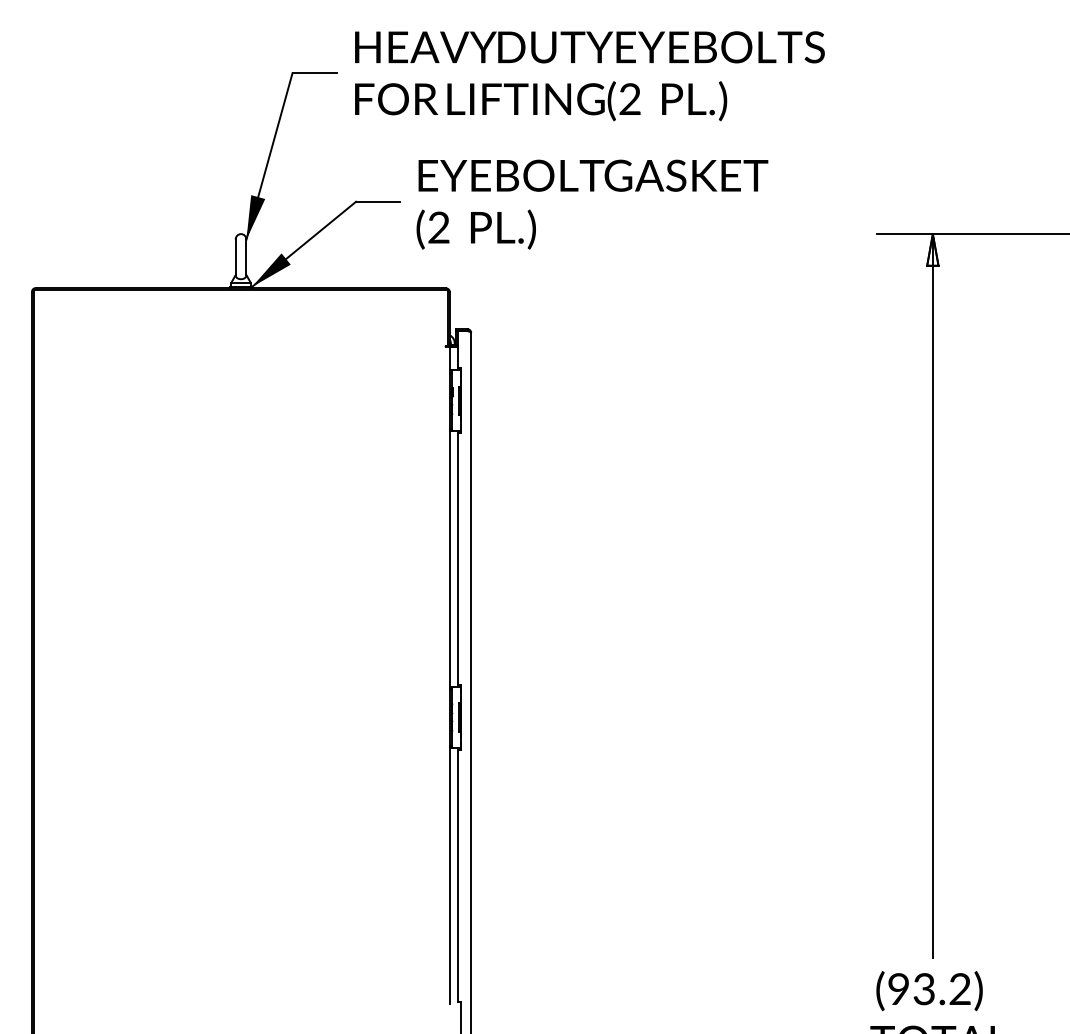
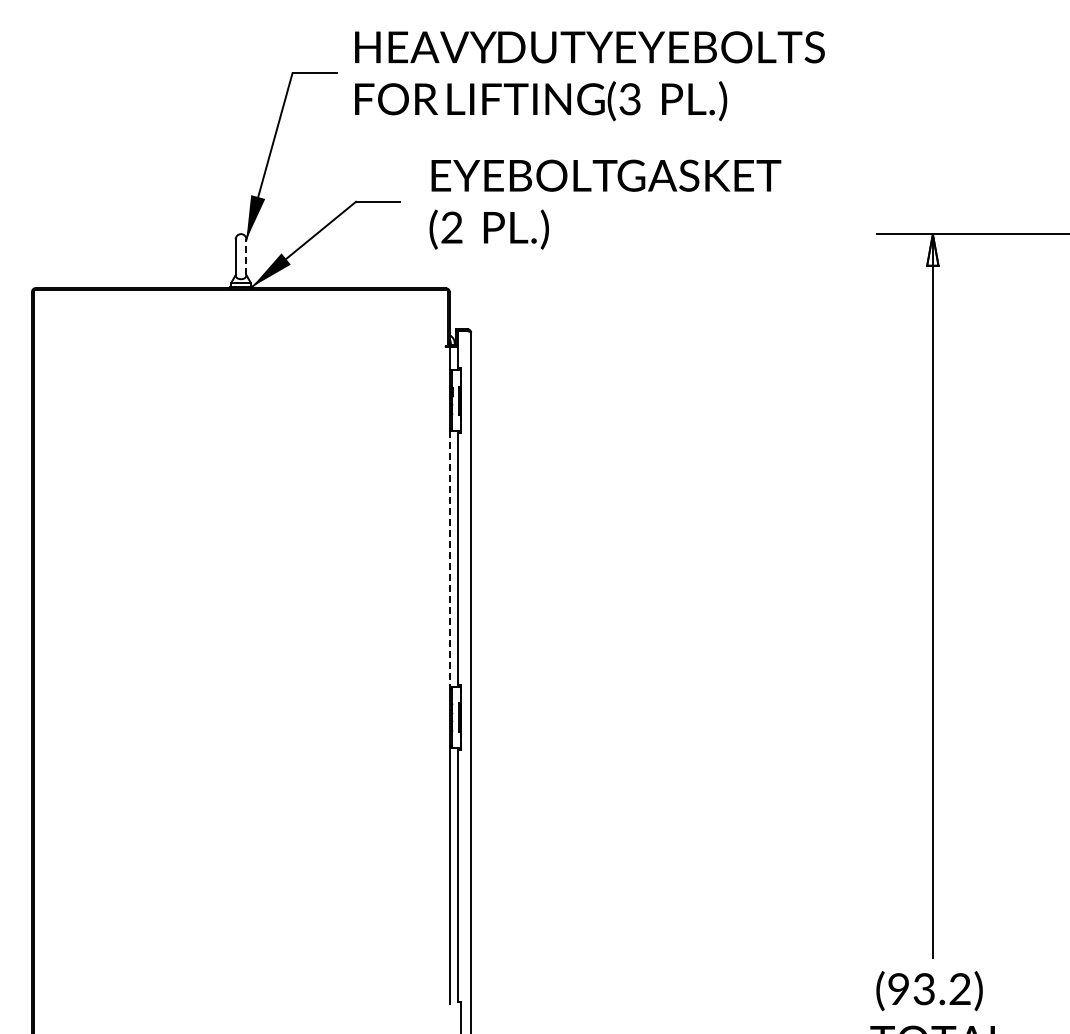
text at (629, 100): (2 -> (3
text at (592, 204) position: (592, 204) -> (605, 204)
line at (246, 257): solid -> dashed
line at (449, 559): solid -> dashed
